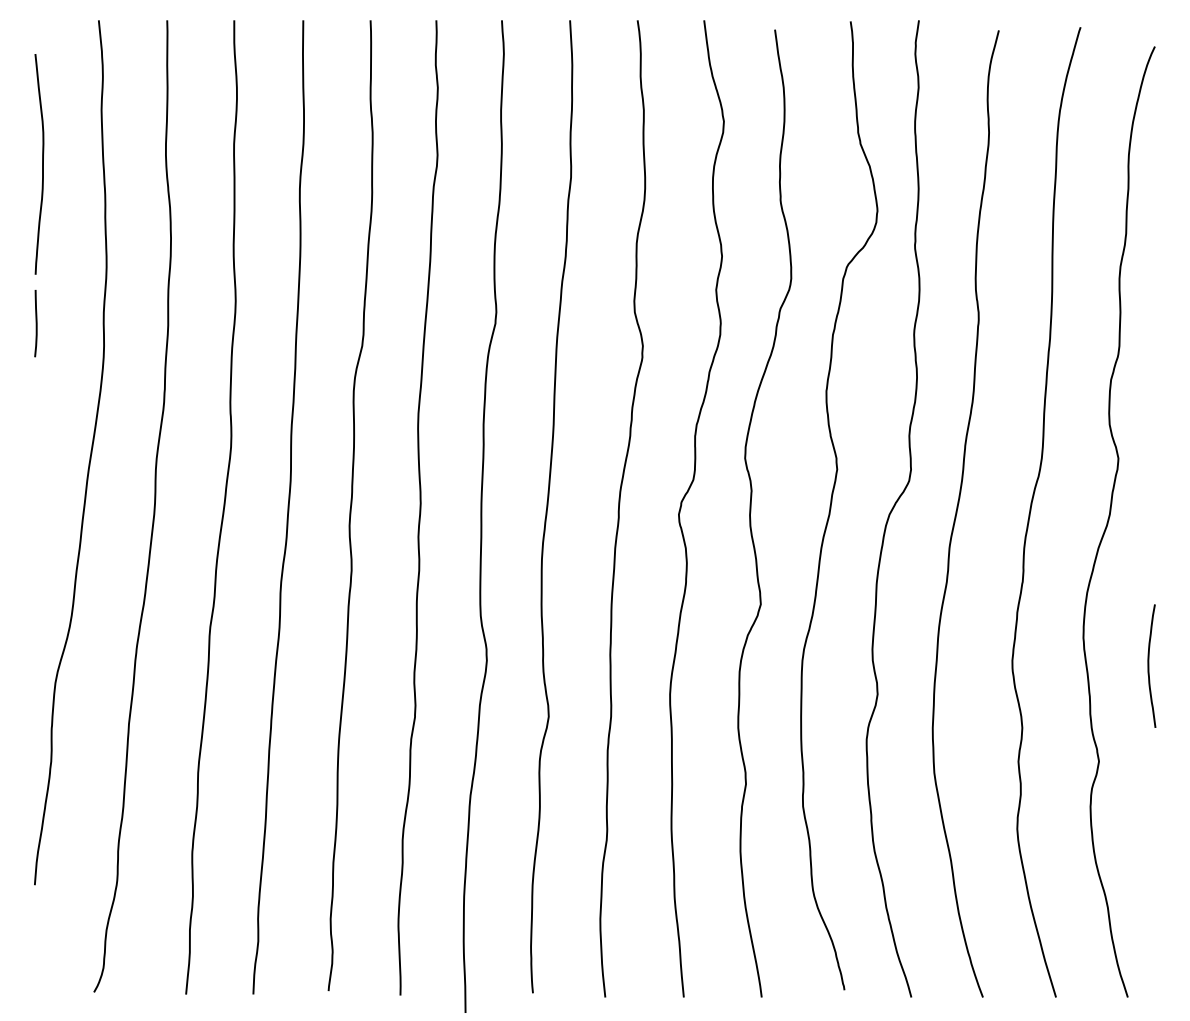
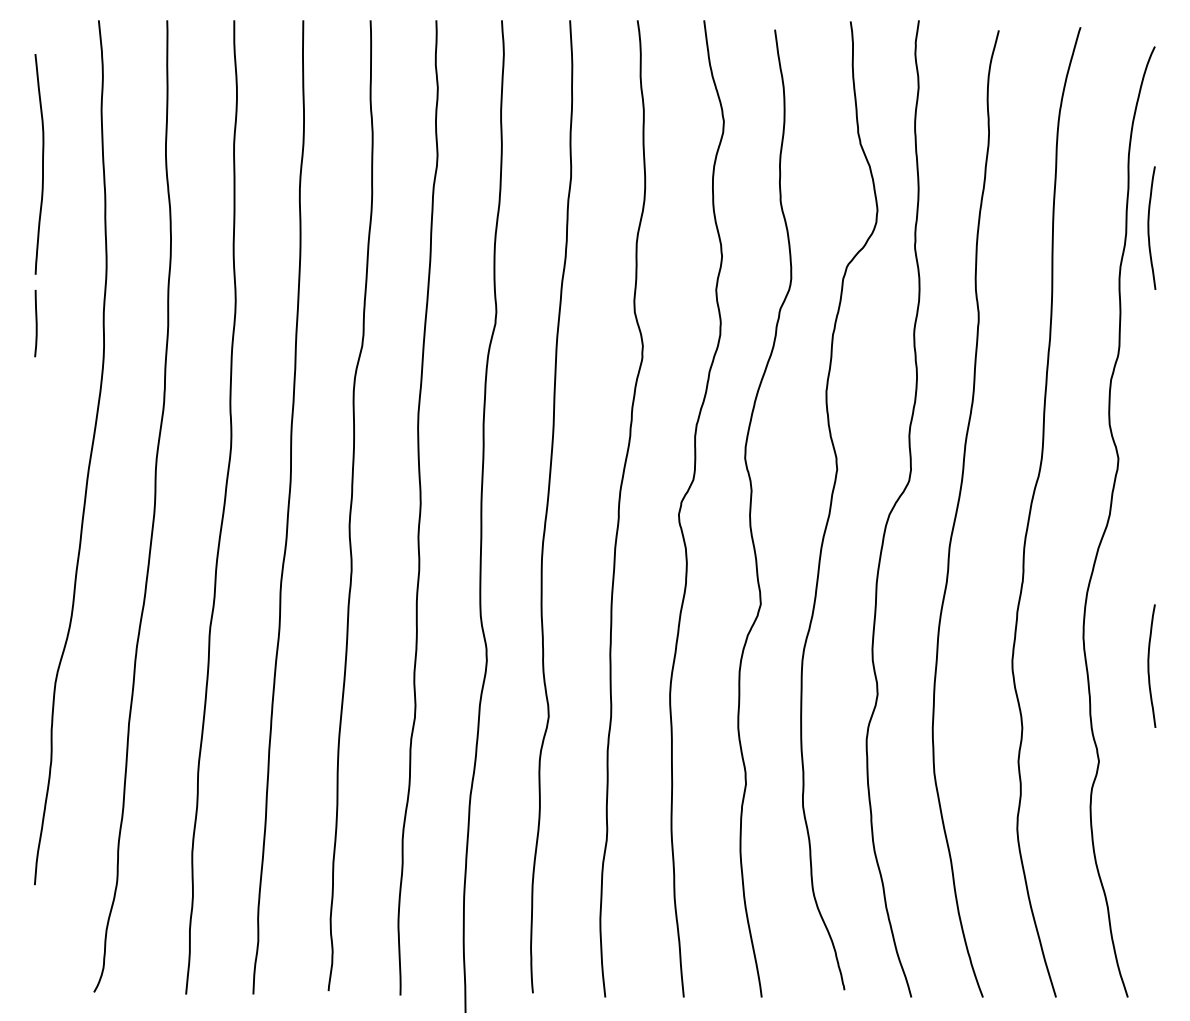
curve at (1149, 227): none -> present
